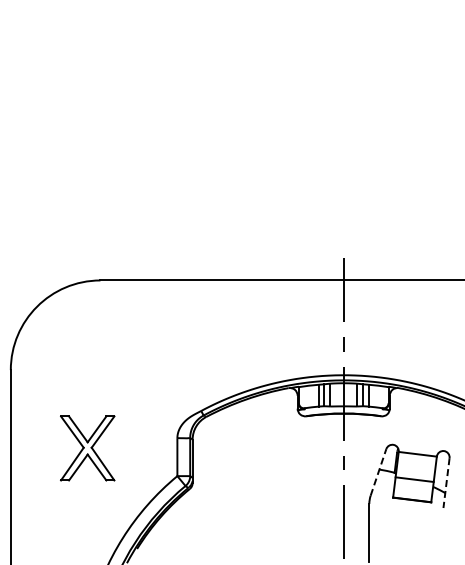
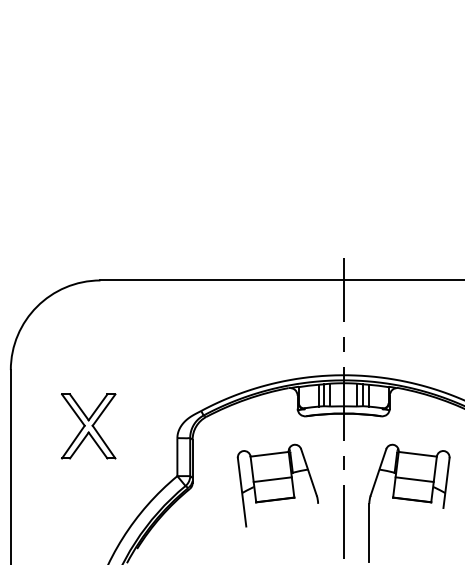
part at (87, 448) position: (87, 448) -> (88, 426)
line at (378, 472): dashed -> solid
line at (446, 483): dashed -> solid
part at (277, 485): none -> present
